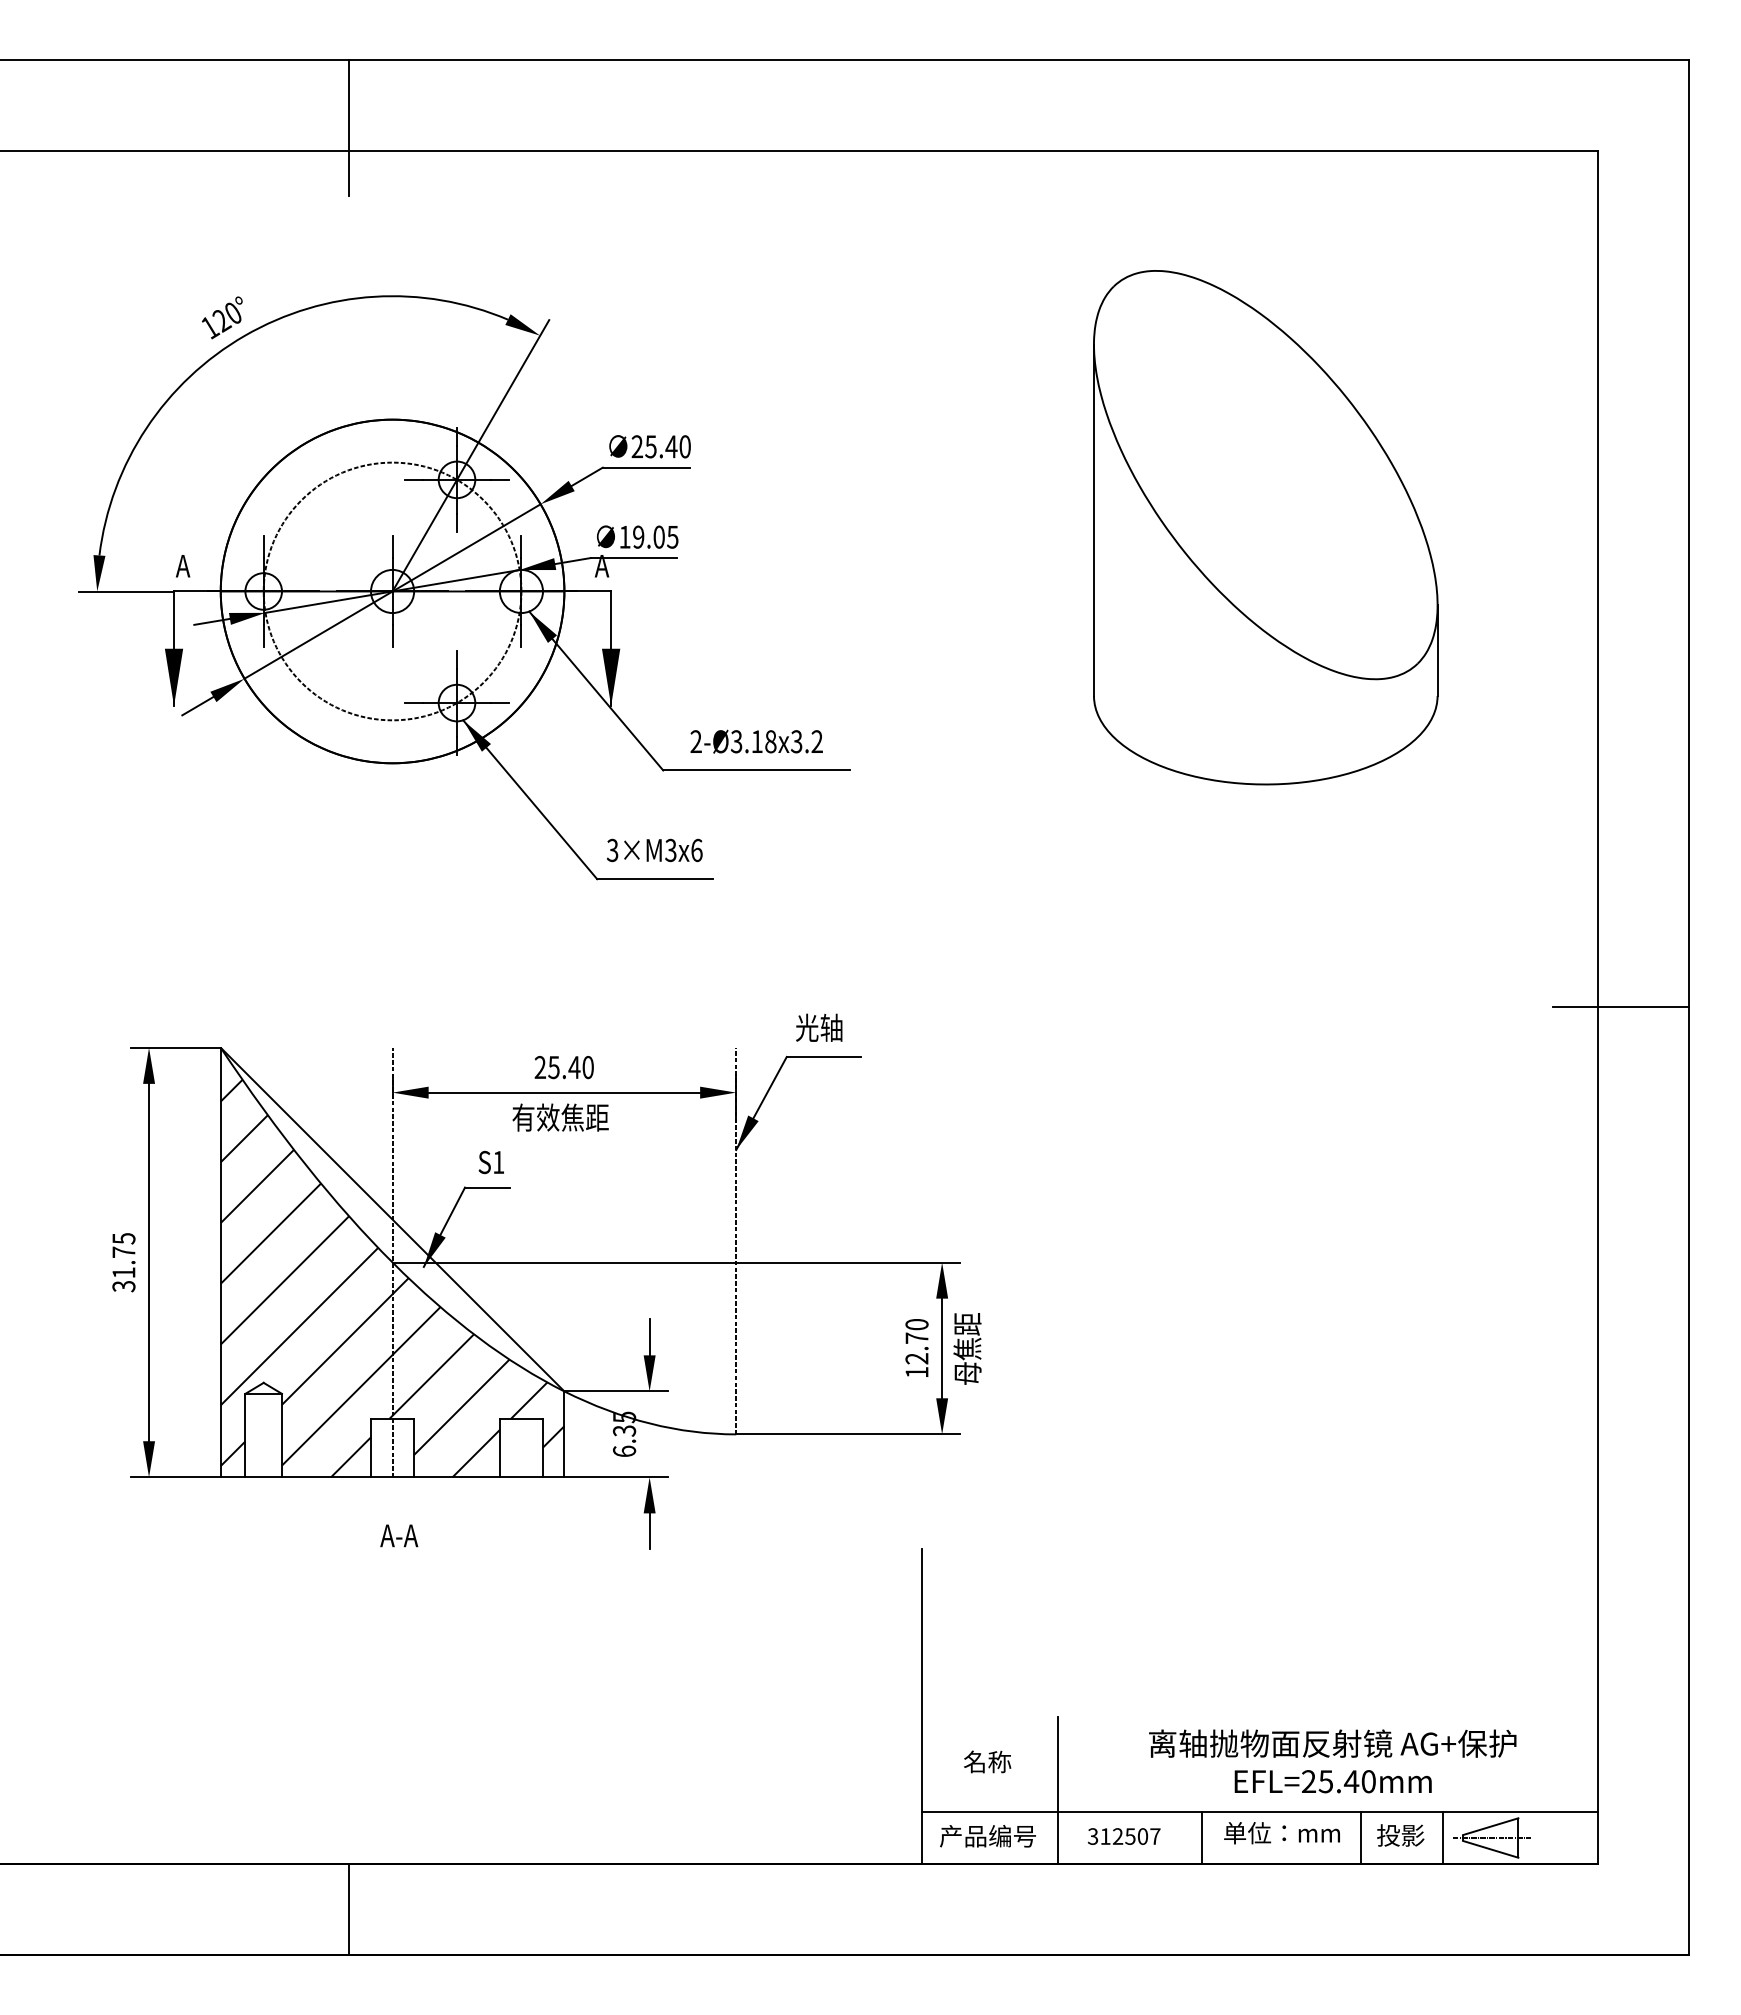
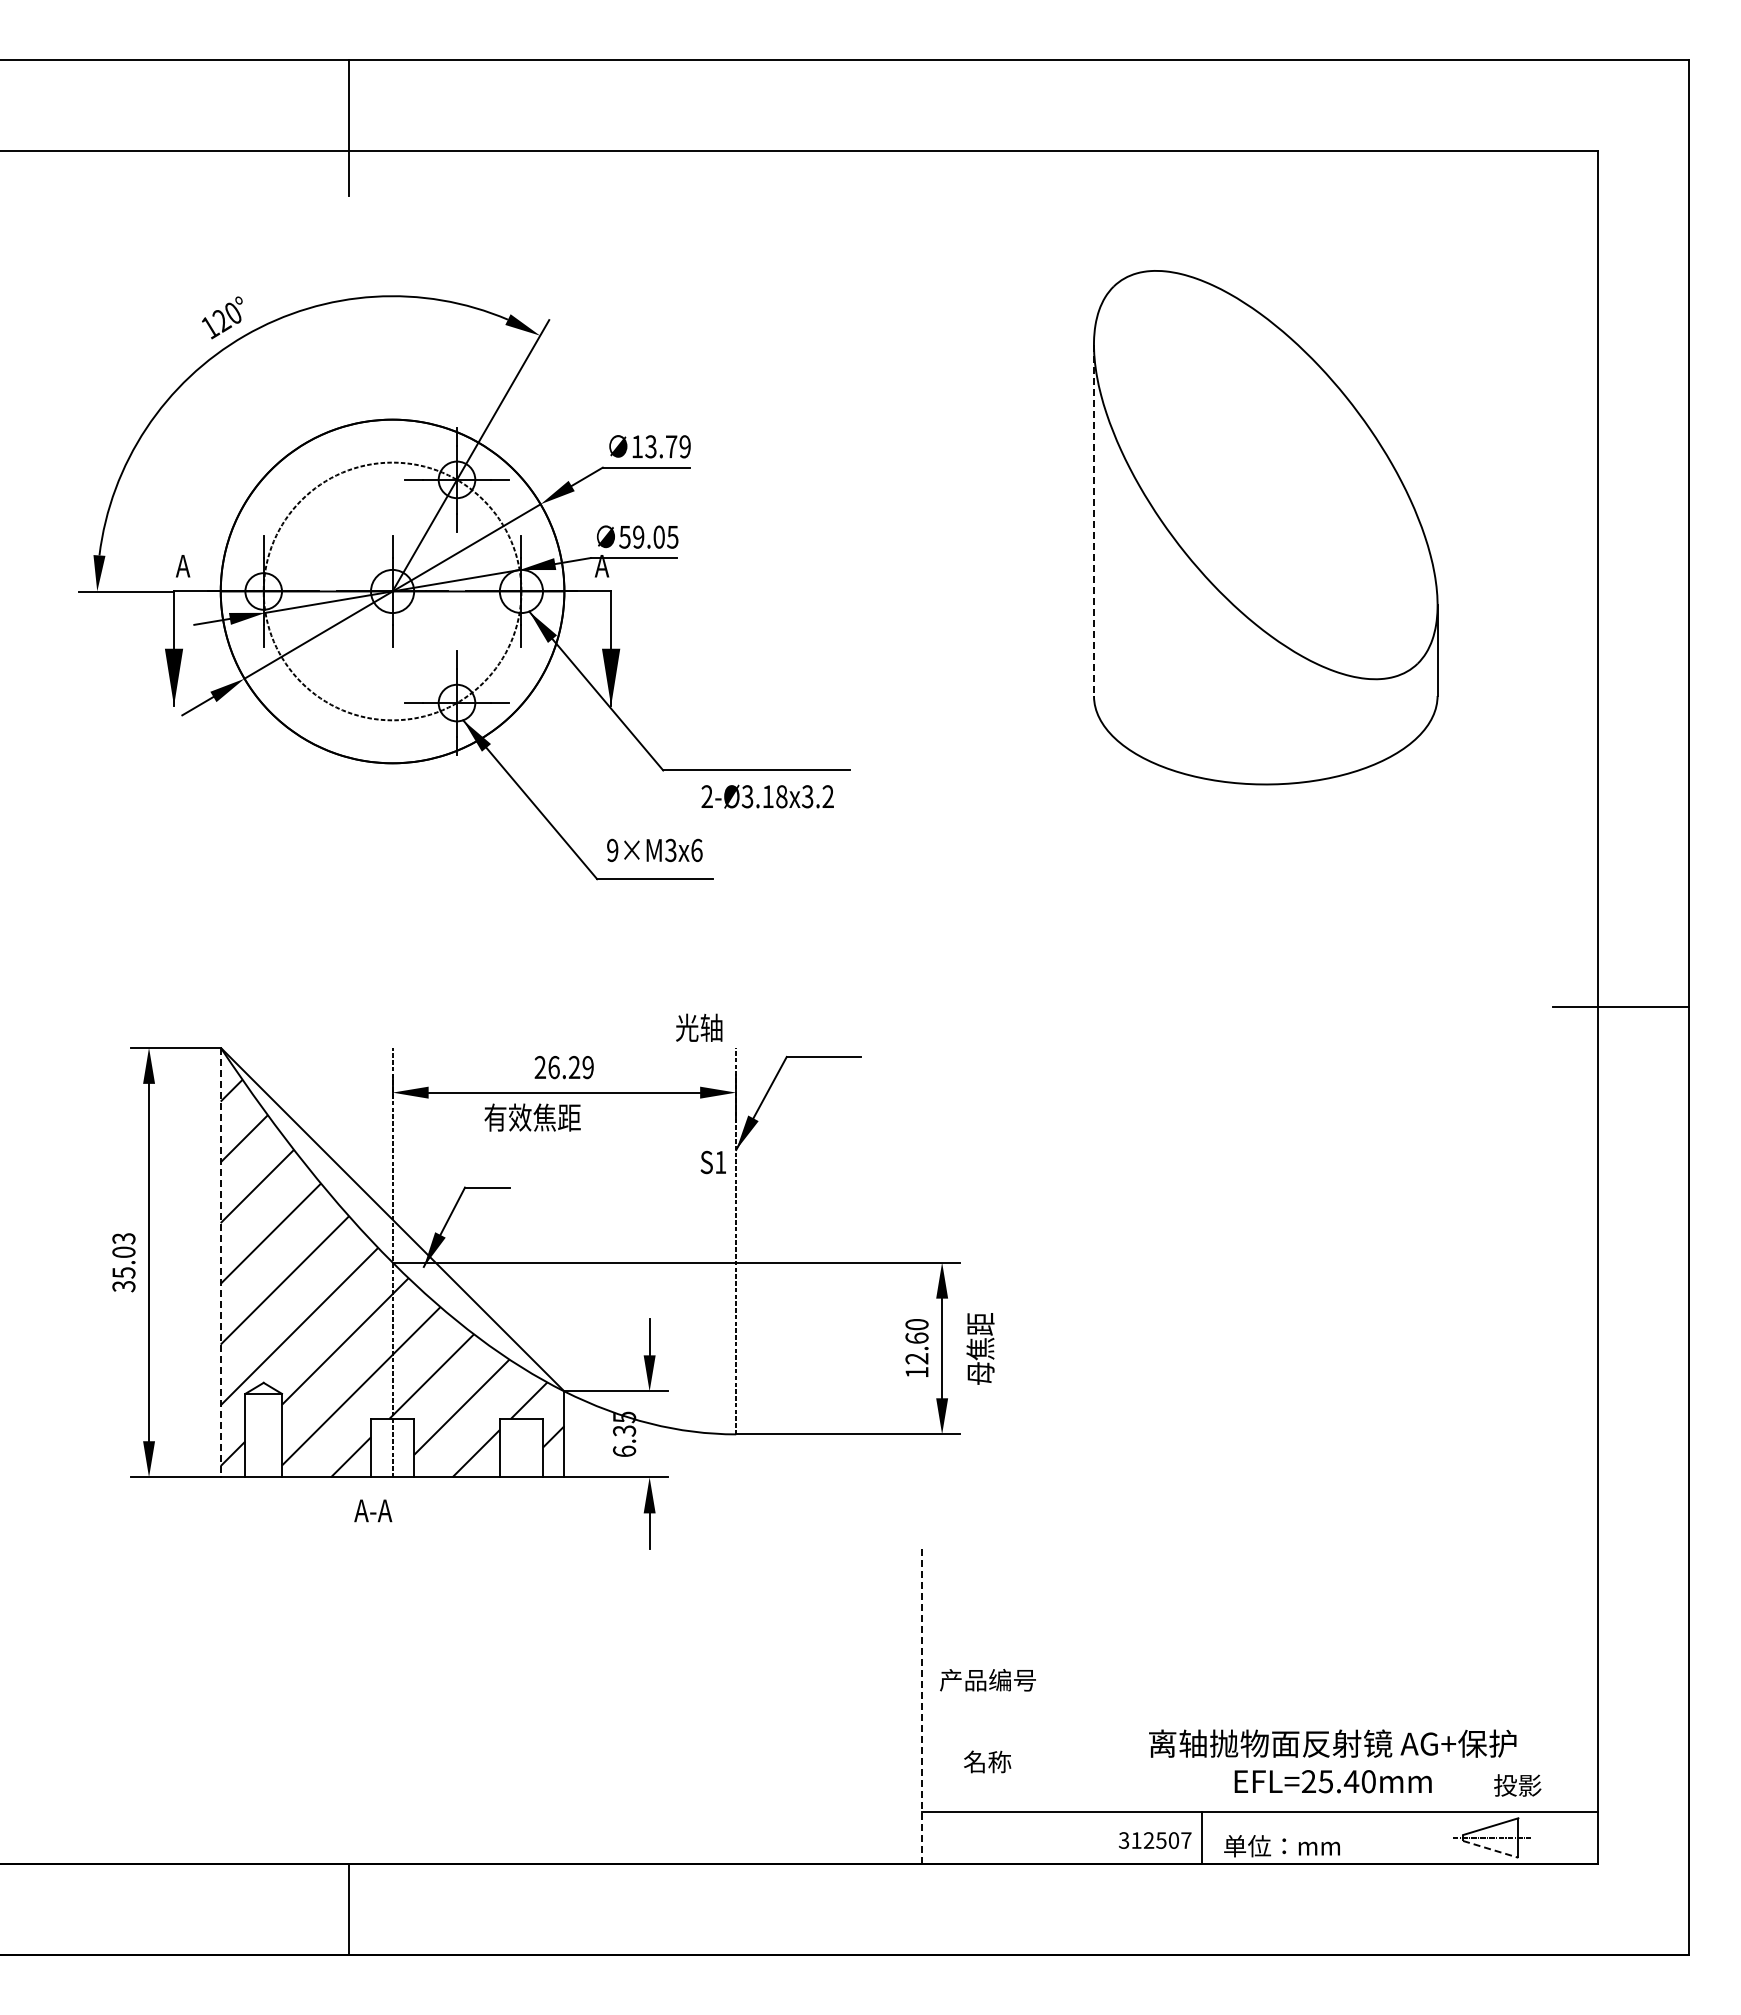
text at (660, 446): 25.40 -> 13.79
line at (1093, 520): solid -> dashed
text at (624, 537): 19.05 -> 59.05
text at (756, 741) position: (756, 741) -> (767, 796)
text at (612, 850): 3×M3 -> 9×M3
text at (819, 1027) position: (819, 1027) -> (699, 1027)
text at (570, 1067): 25.40 -> 26.29
text at (560, 1117) position: (560, 1117) -> (532, 1117)
text at (490, 1162) position: (490, 1162) -> (712, 1162)
text at (123, 1255): 31.75 -> 35.03
line at (220, 1262): solid -> dashed
text at (916, 1337): 12.70 -> 12.60
text at (967, 1348) position: (967, 1348) -> (980, 1348)
text at (399, 1535) position: (399, 1535) -> (373, 1510)
line at (921, 1706): solid -> dashed
line at (1058, 1790): present -> none
text at (1281, 1833) position: (1281, 1833) -> (1281, 1846)
text at (1400, 1835) position: (1400, 1835) -> (1517, 1785)
text at (987, 1836) position: (987, 1836) -> (987, 1680)
text at (1123, 1836) position: (1123, 1836) -> (1154, 1840)
line at (1361, 1837): present -> none
line at (1443, 1837): present -> none
line at (1490, 1849): solid -> dashed
